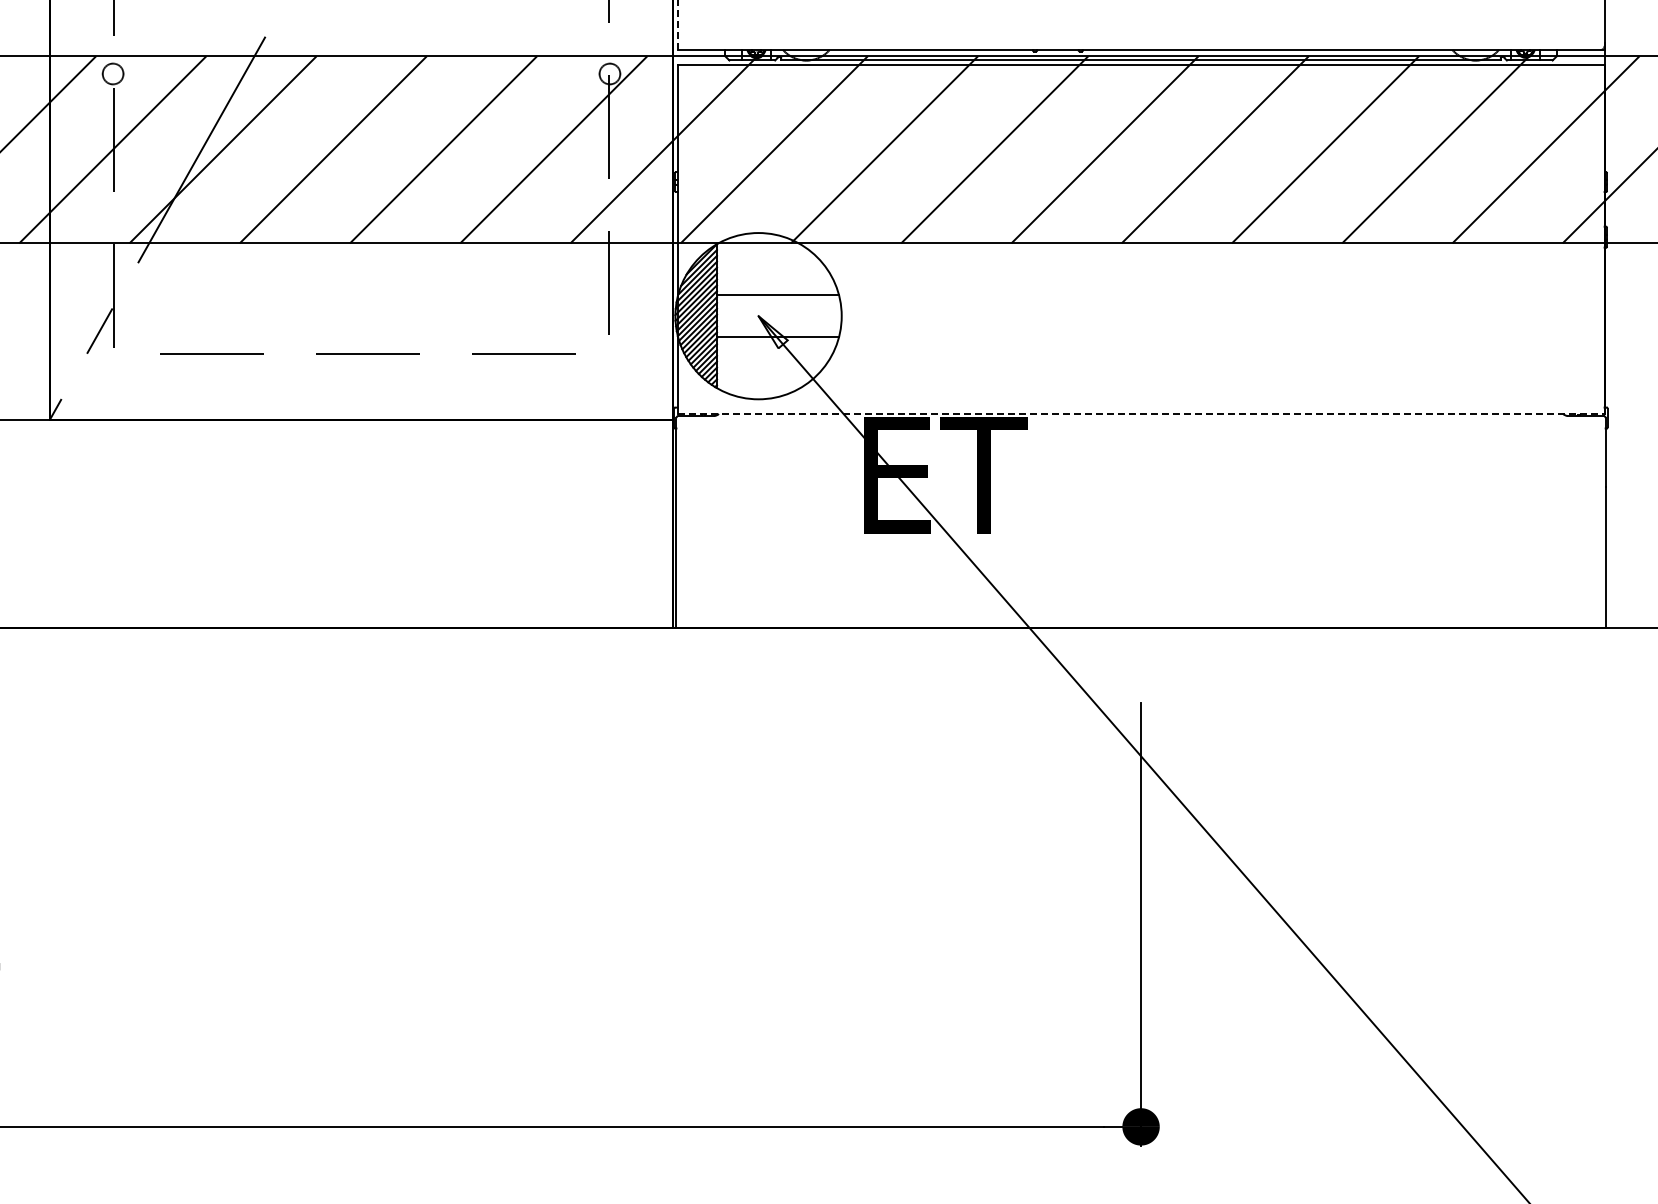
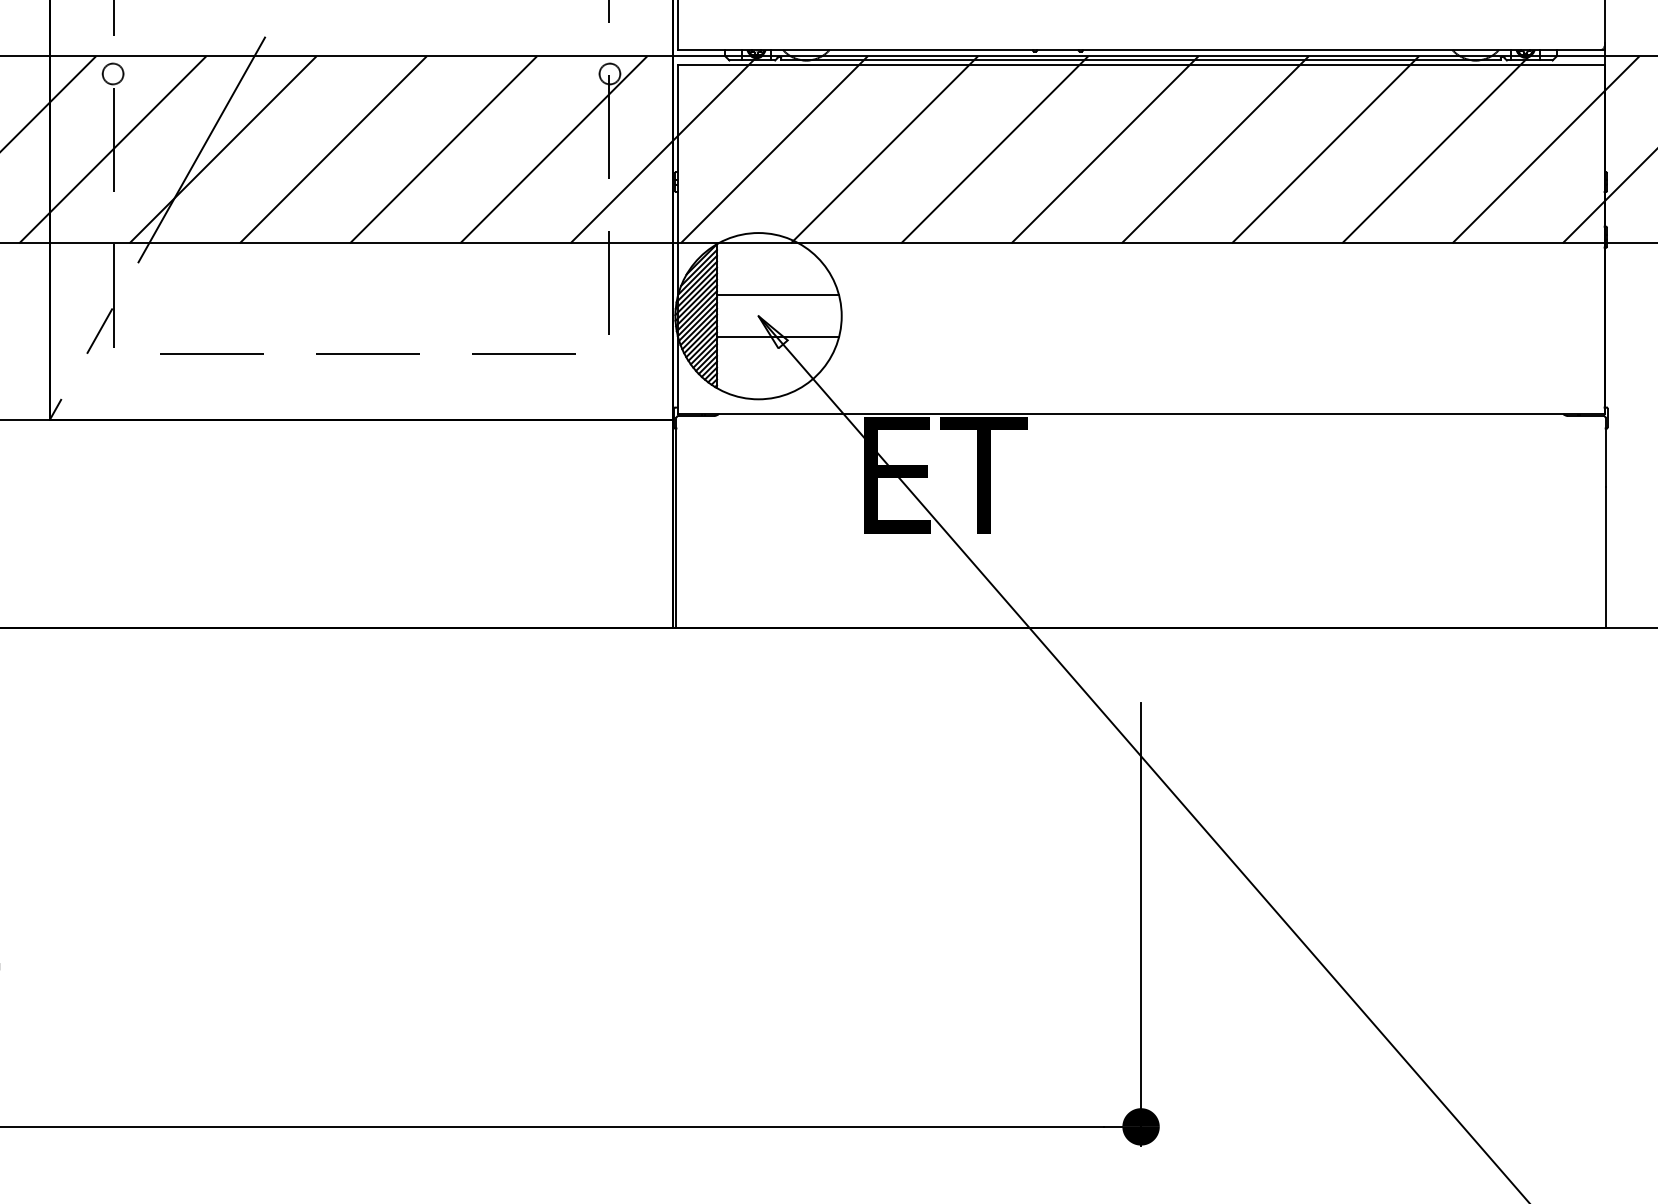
line at (677, 25): dashed -> solid
line at (1141, 413): dashed -> solid
